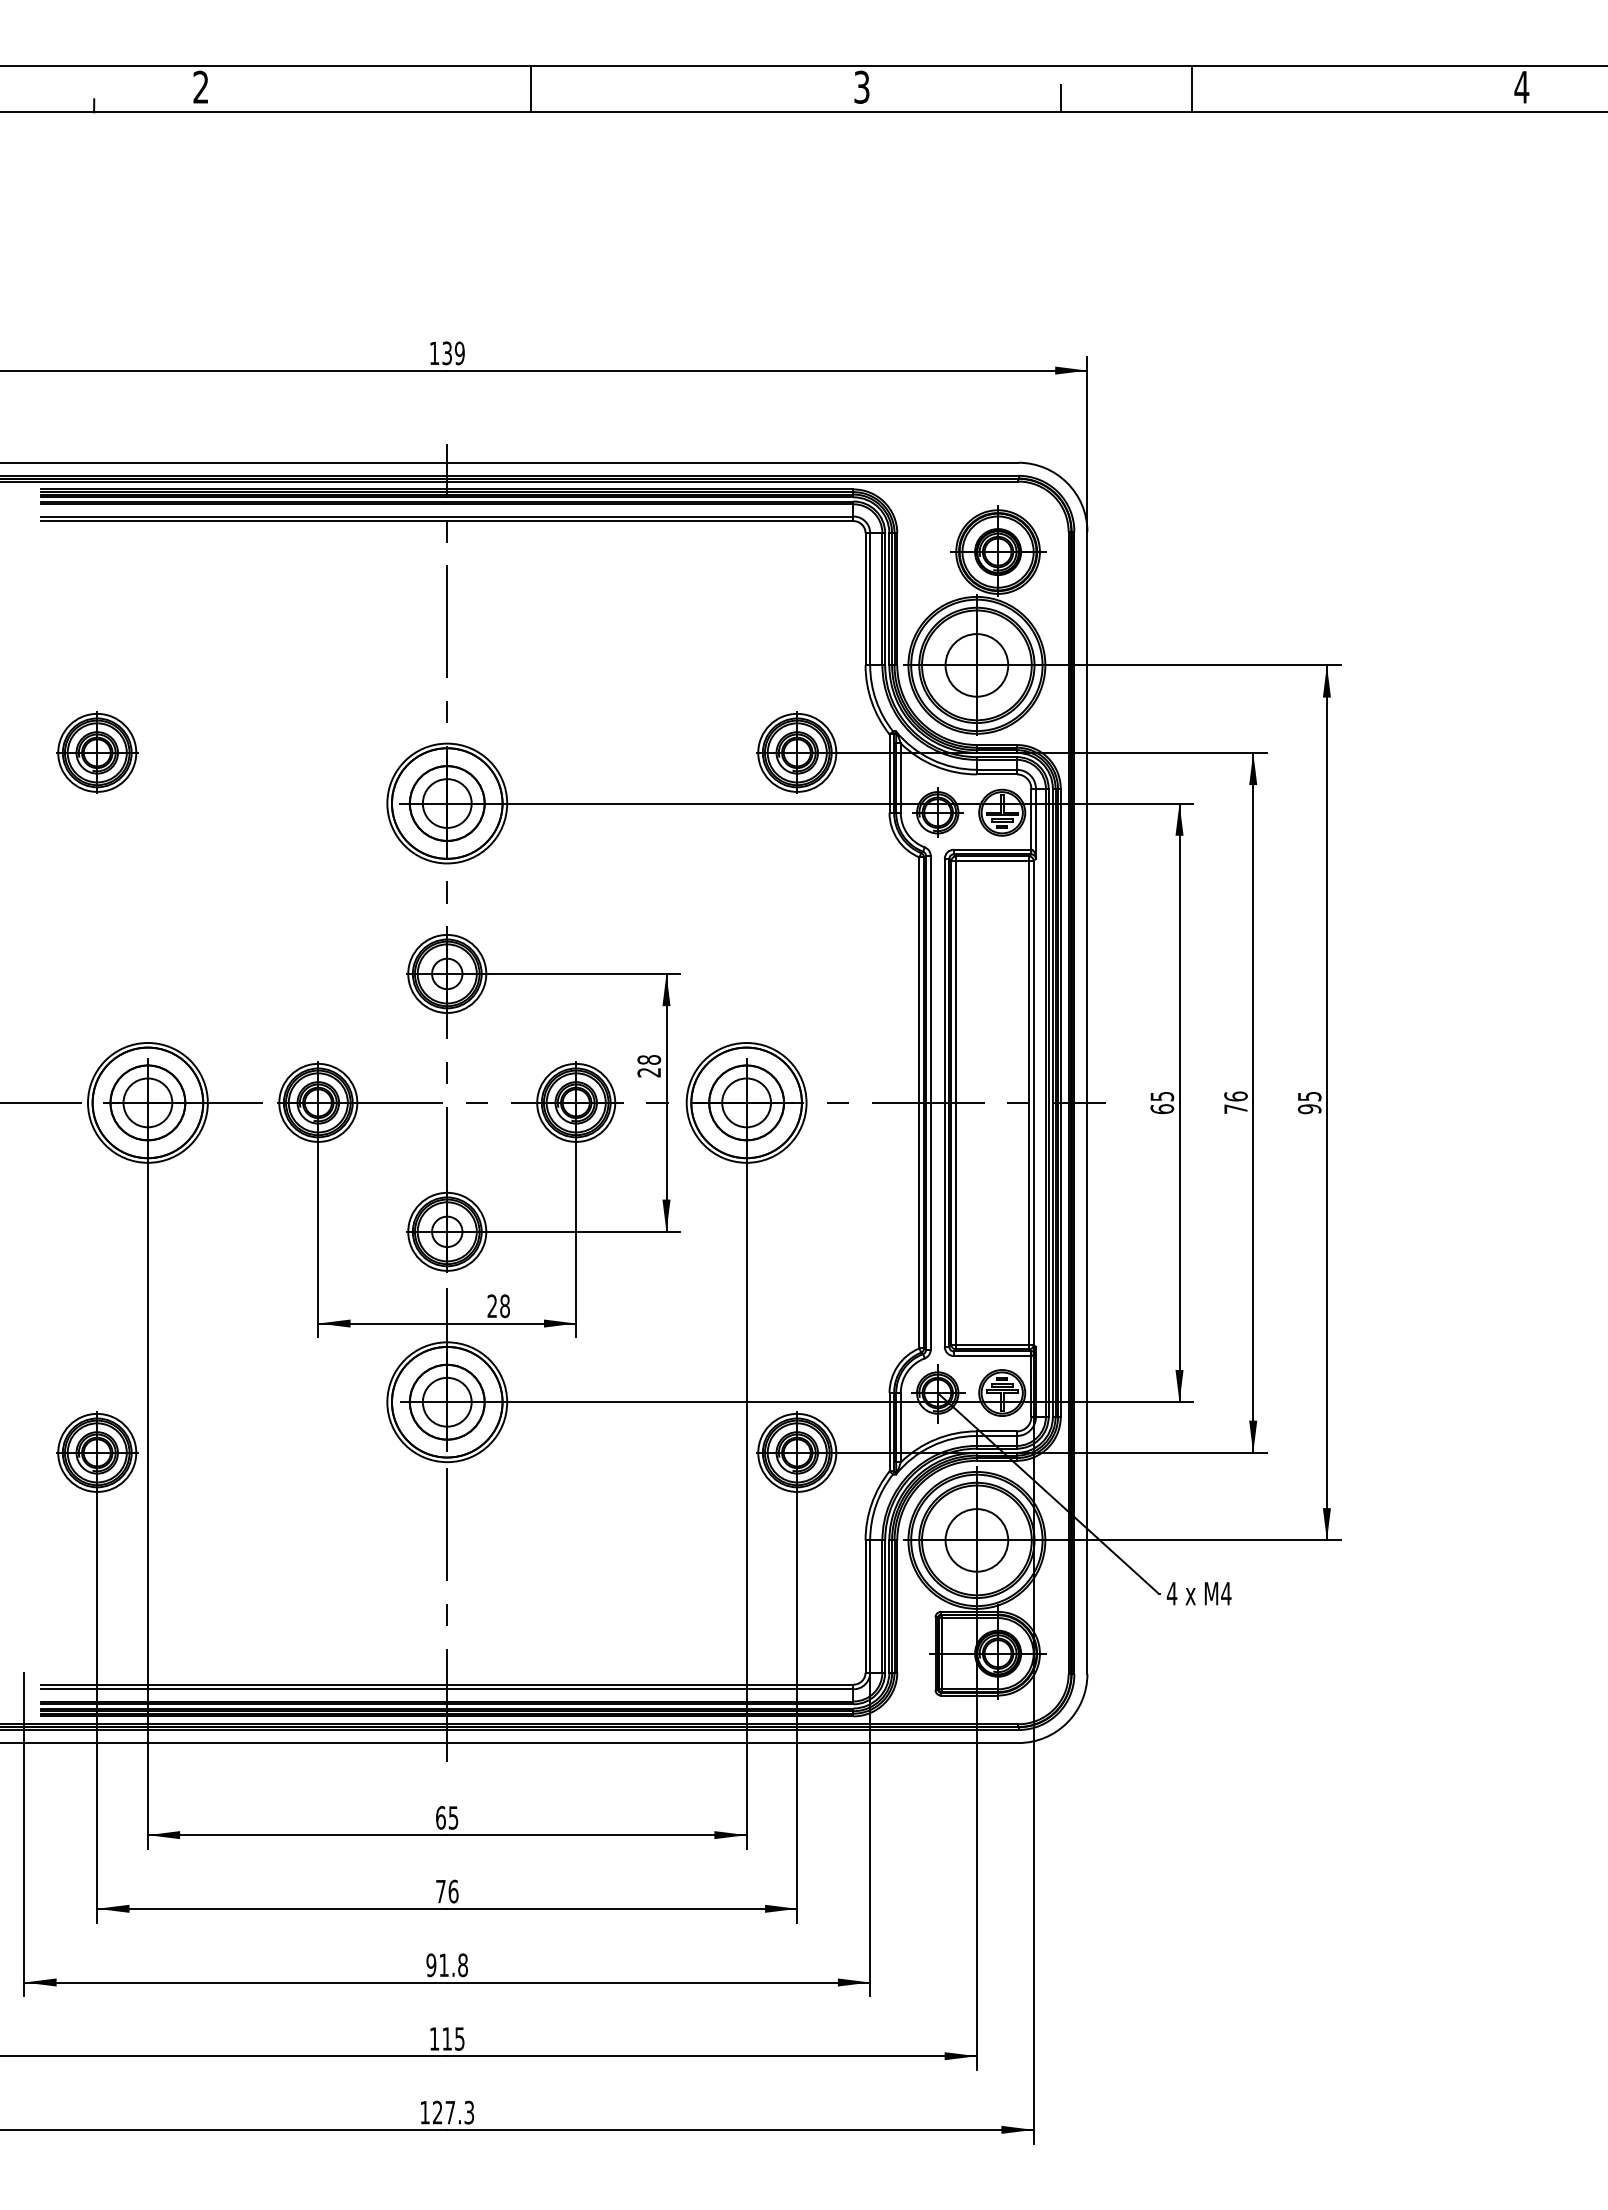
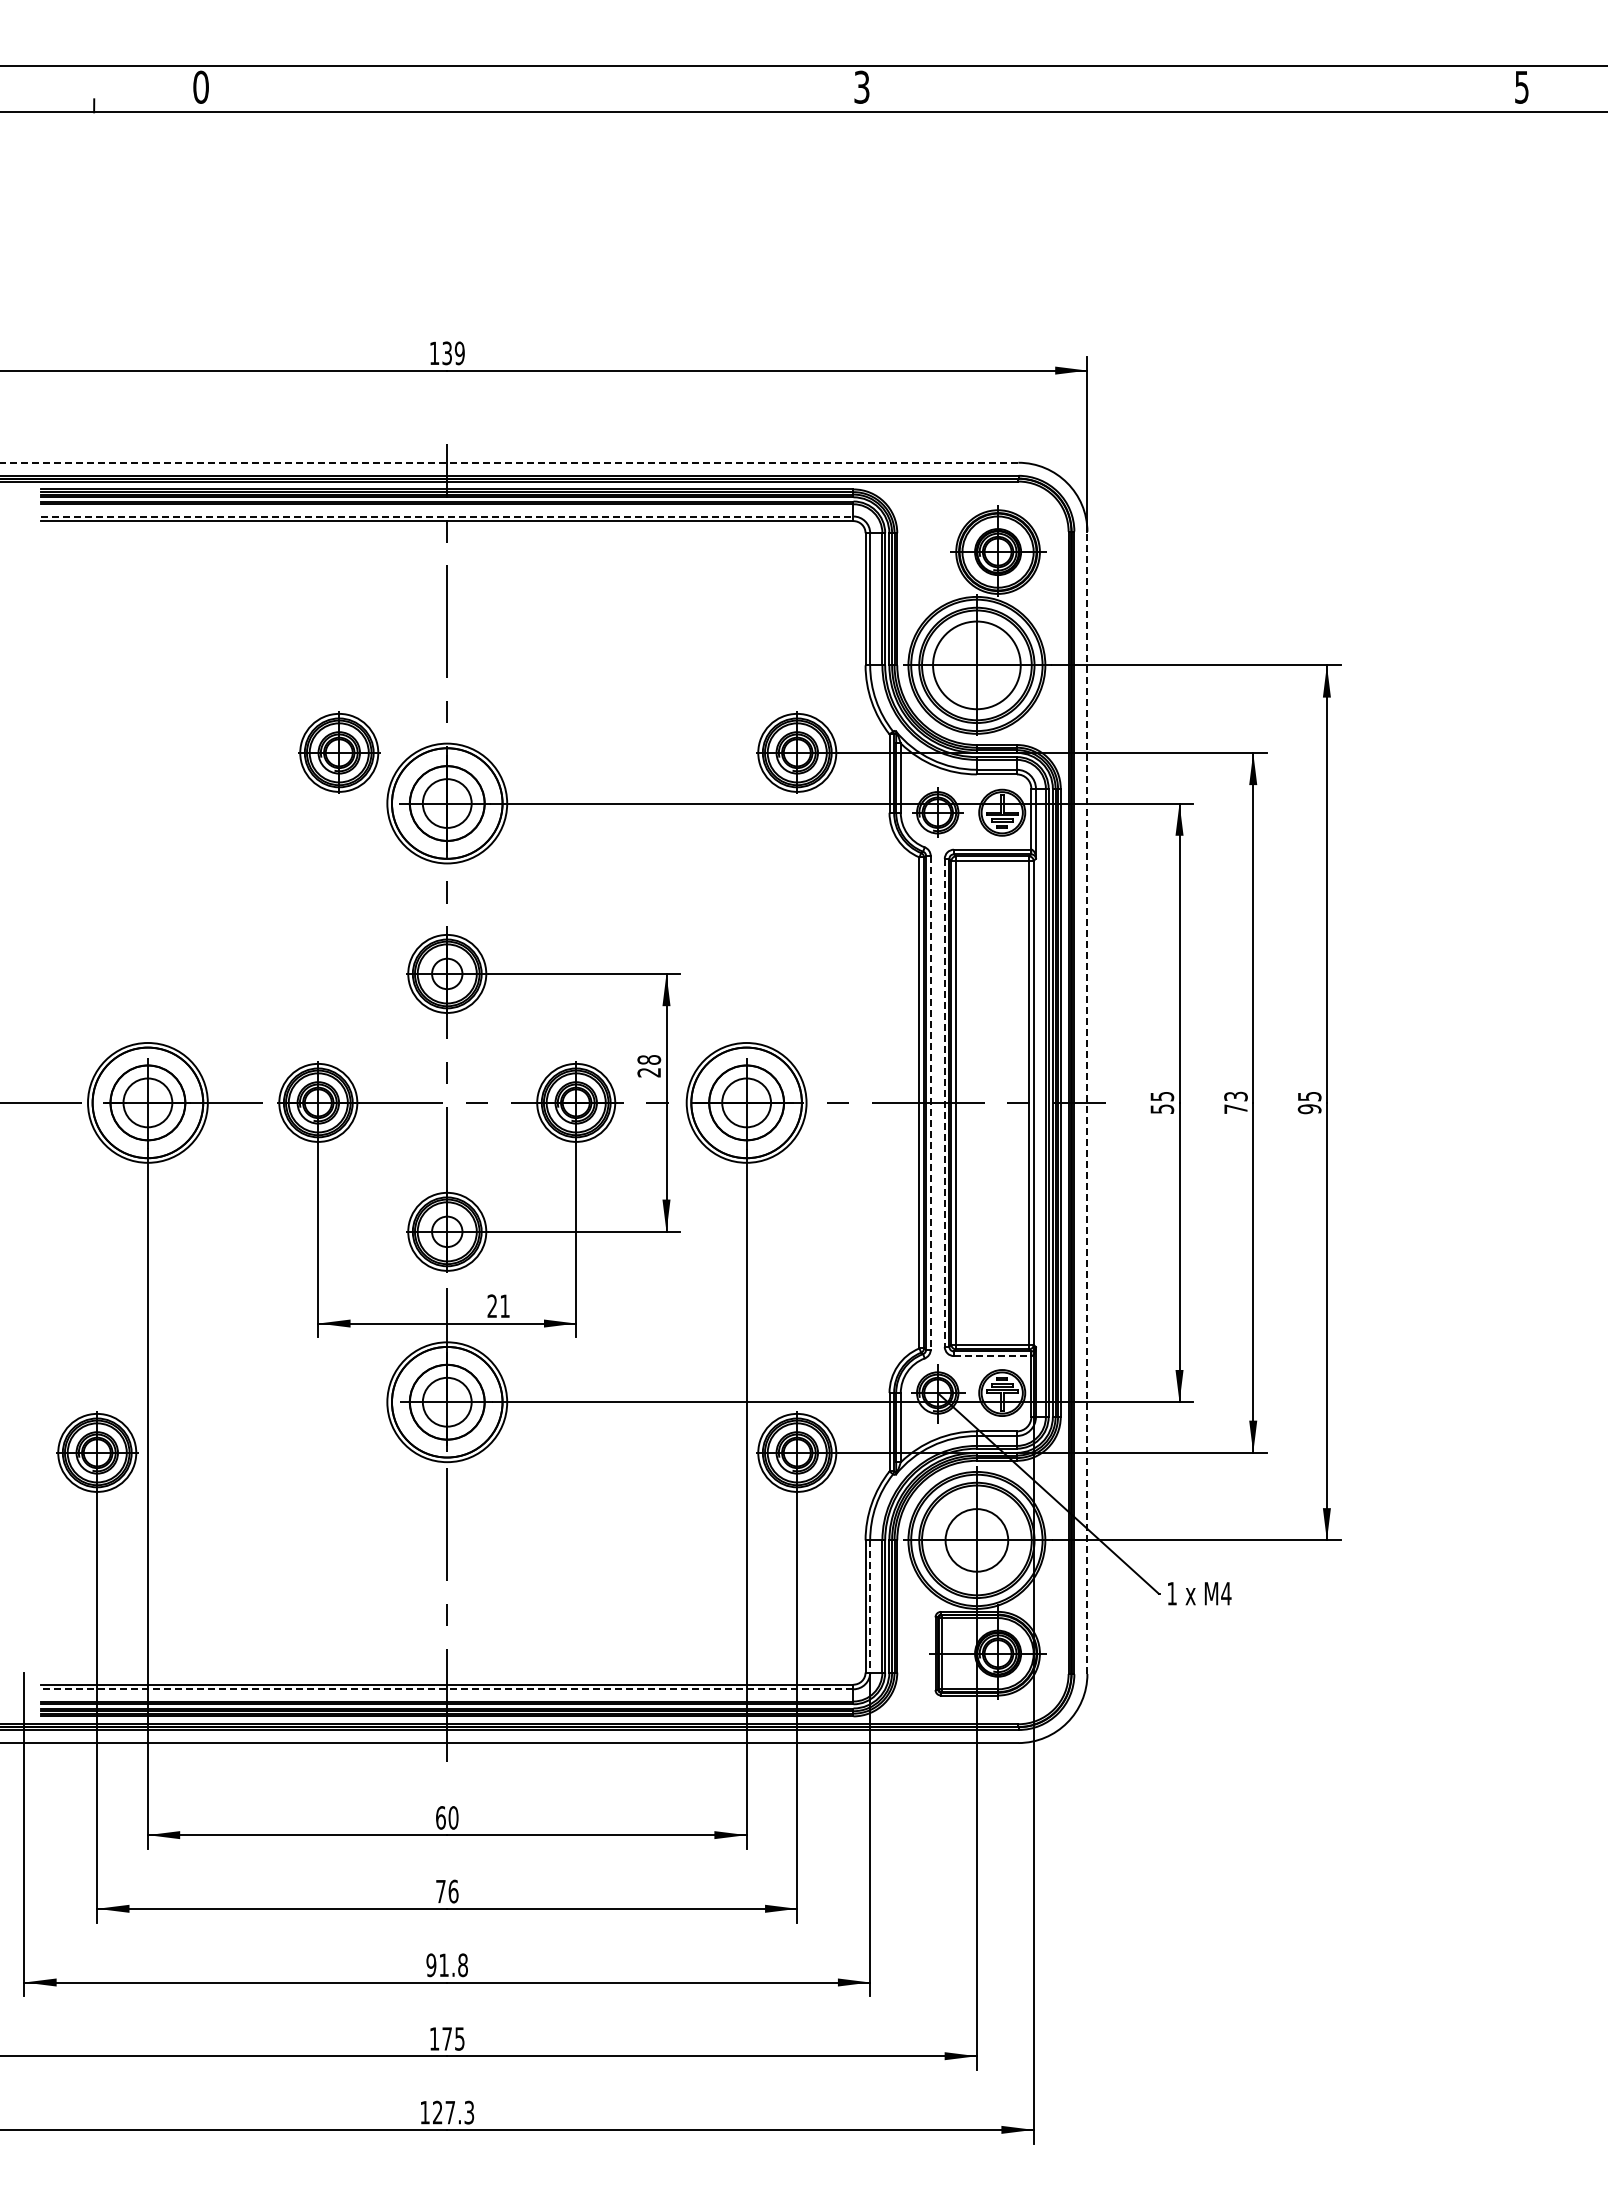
text at (200, 86): 2 -> 0
text at (1521, 87): 4 -> 5
line at (531, 89): present -> none
line at (1192, 89): present -> none
line at (1061, 98): present -> none
line at (508, 462): solid -> dashed
line at (447, 516): solid -> dashed
circle at (976, 665) diameter: 63 px -> 88 px
part at (97, 752) position: (97, 752) -> (339, 752)
text at (1235, 1096): 76 -> 73
line at (930, 1102): solid -> dashed
line at (944, 1102): solid -> dashed
line at (1087, 1102): solid -> dashed
text at (1162, 1109): 65 -> 55
text at (504, 1306): 28 -> 21
line at (992, 1356): solid -> dashed
text at (1171, 1593): 4 -> 1
line at (870, 1607): solid -> dashed
line at (446, 1689): solid -> dashed
text at (453, 1817): 65 -> 60
text at (446, 2038): 115 -> 175
